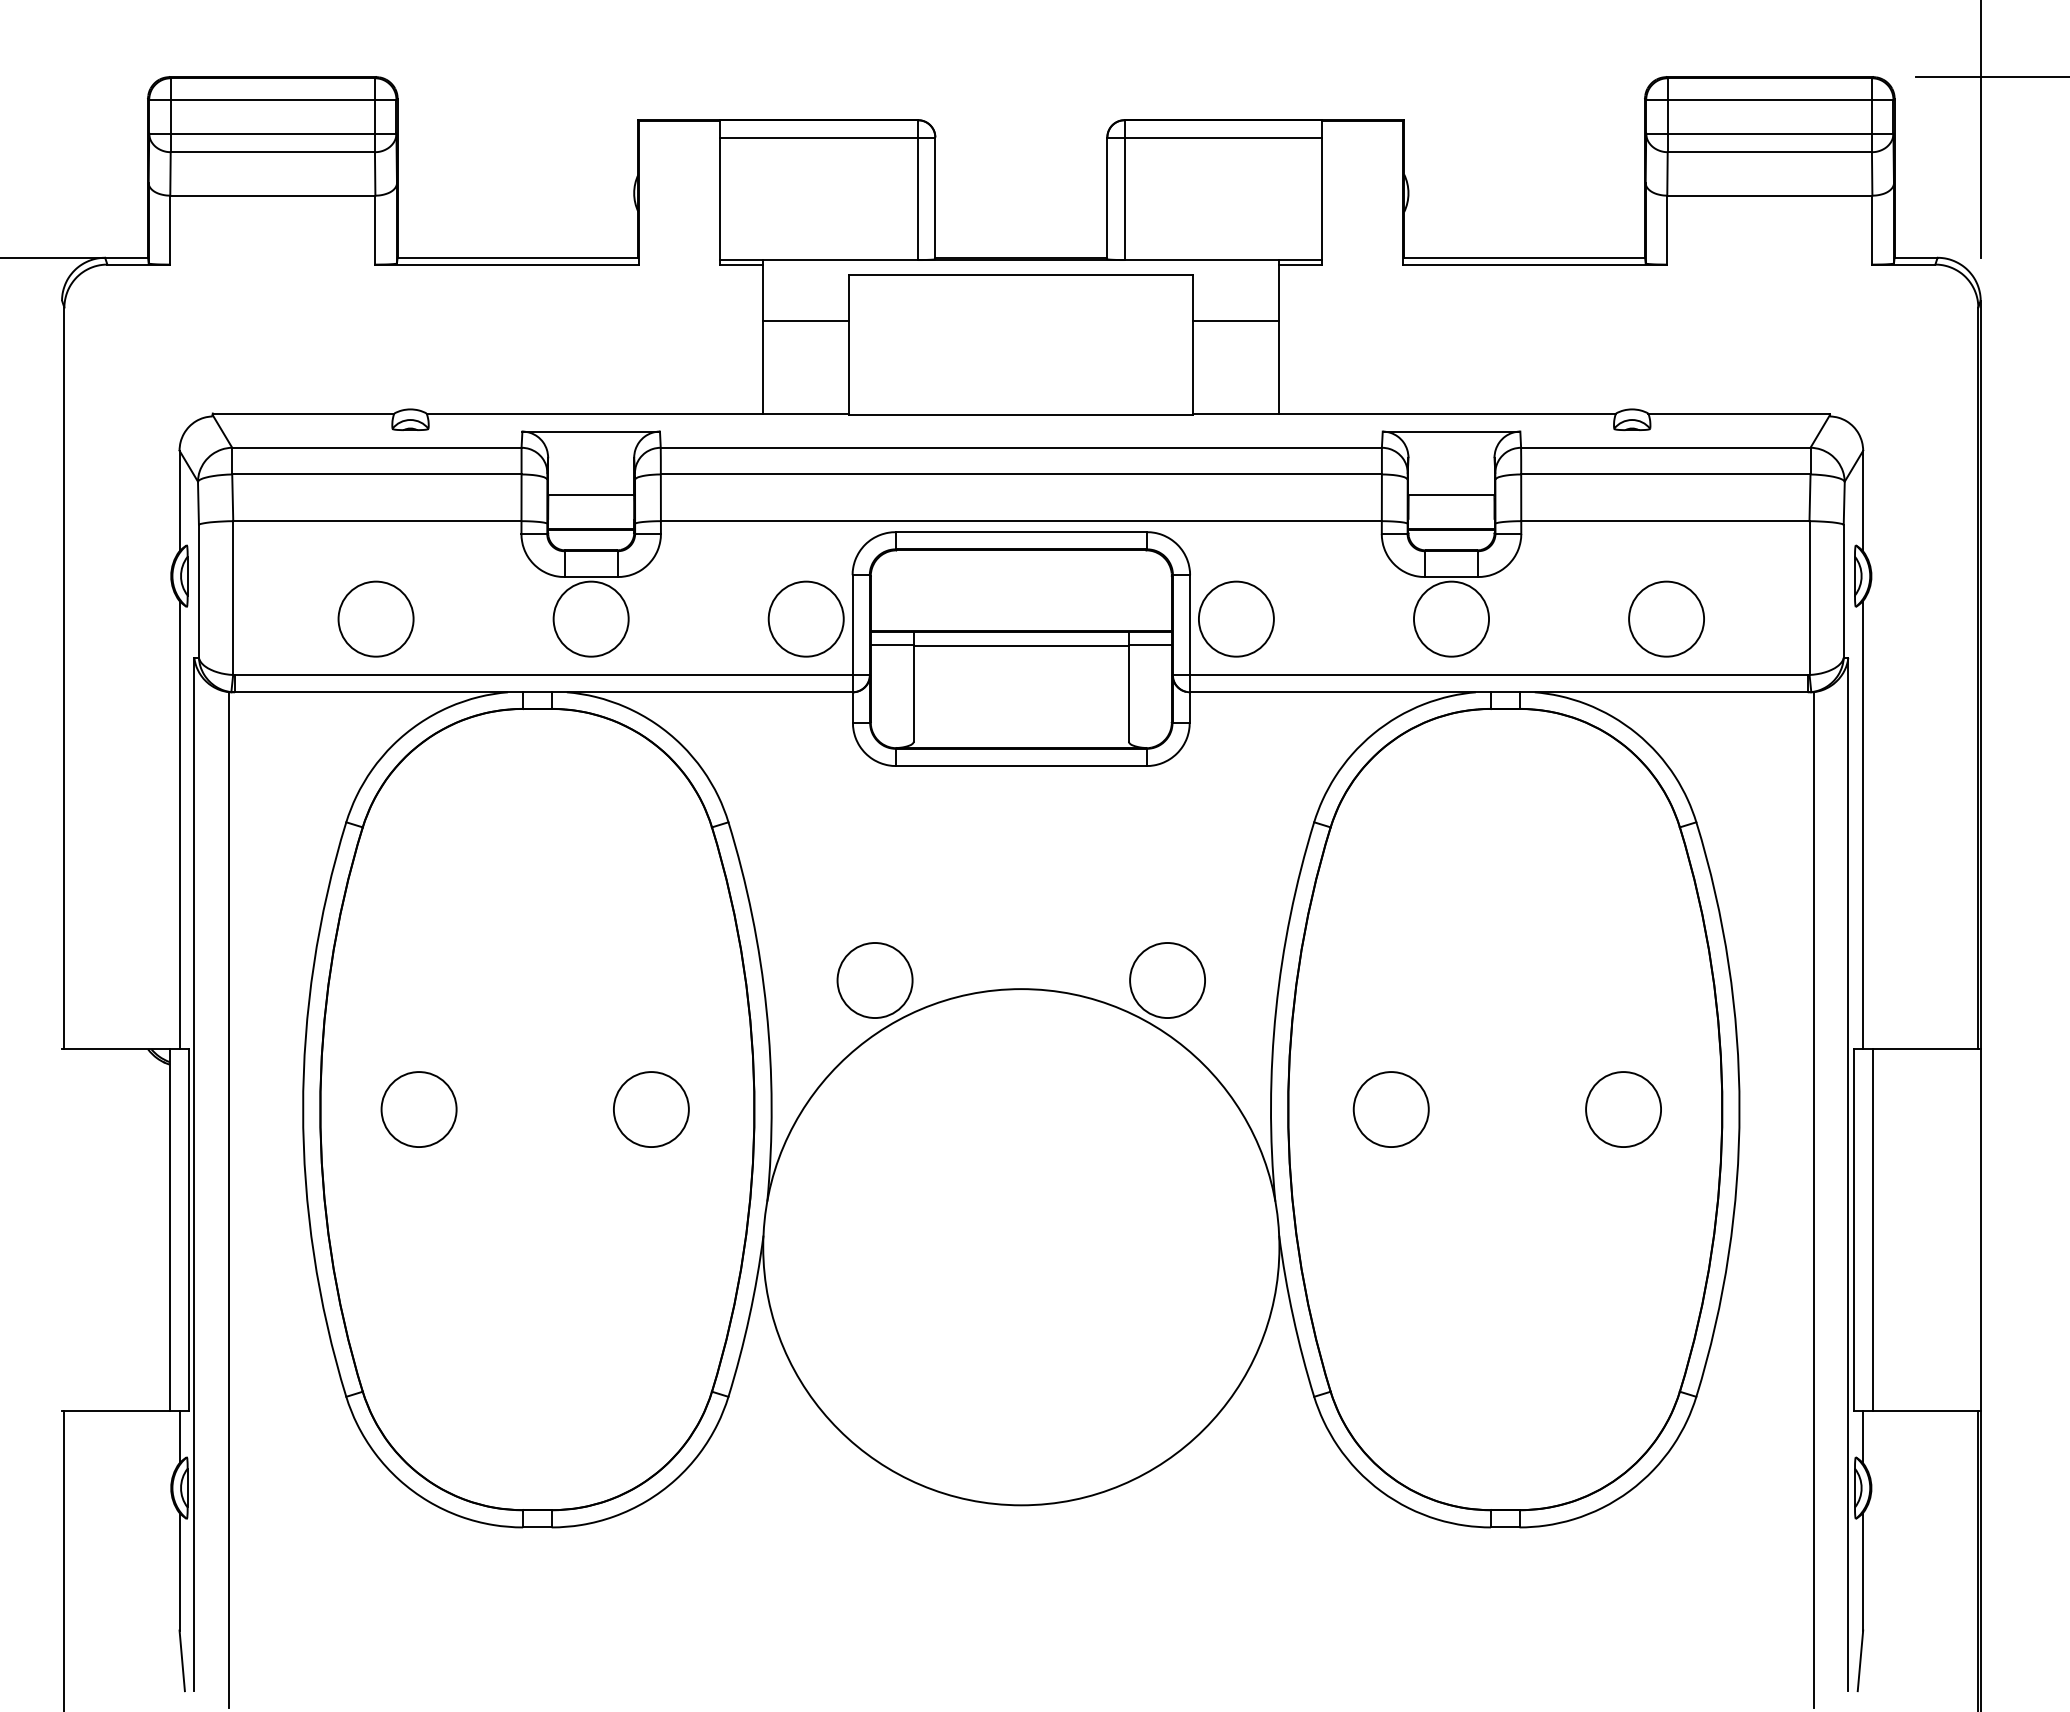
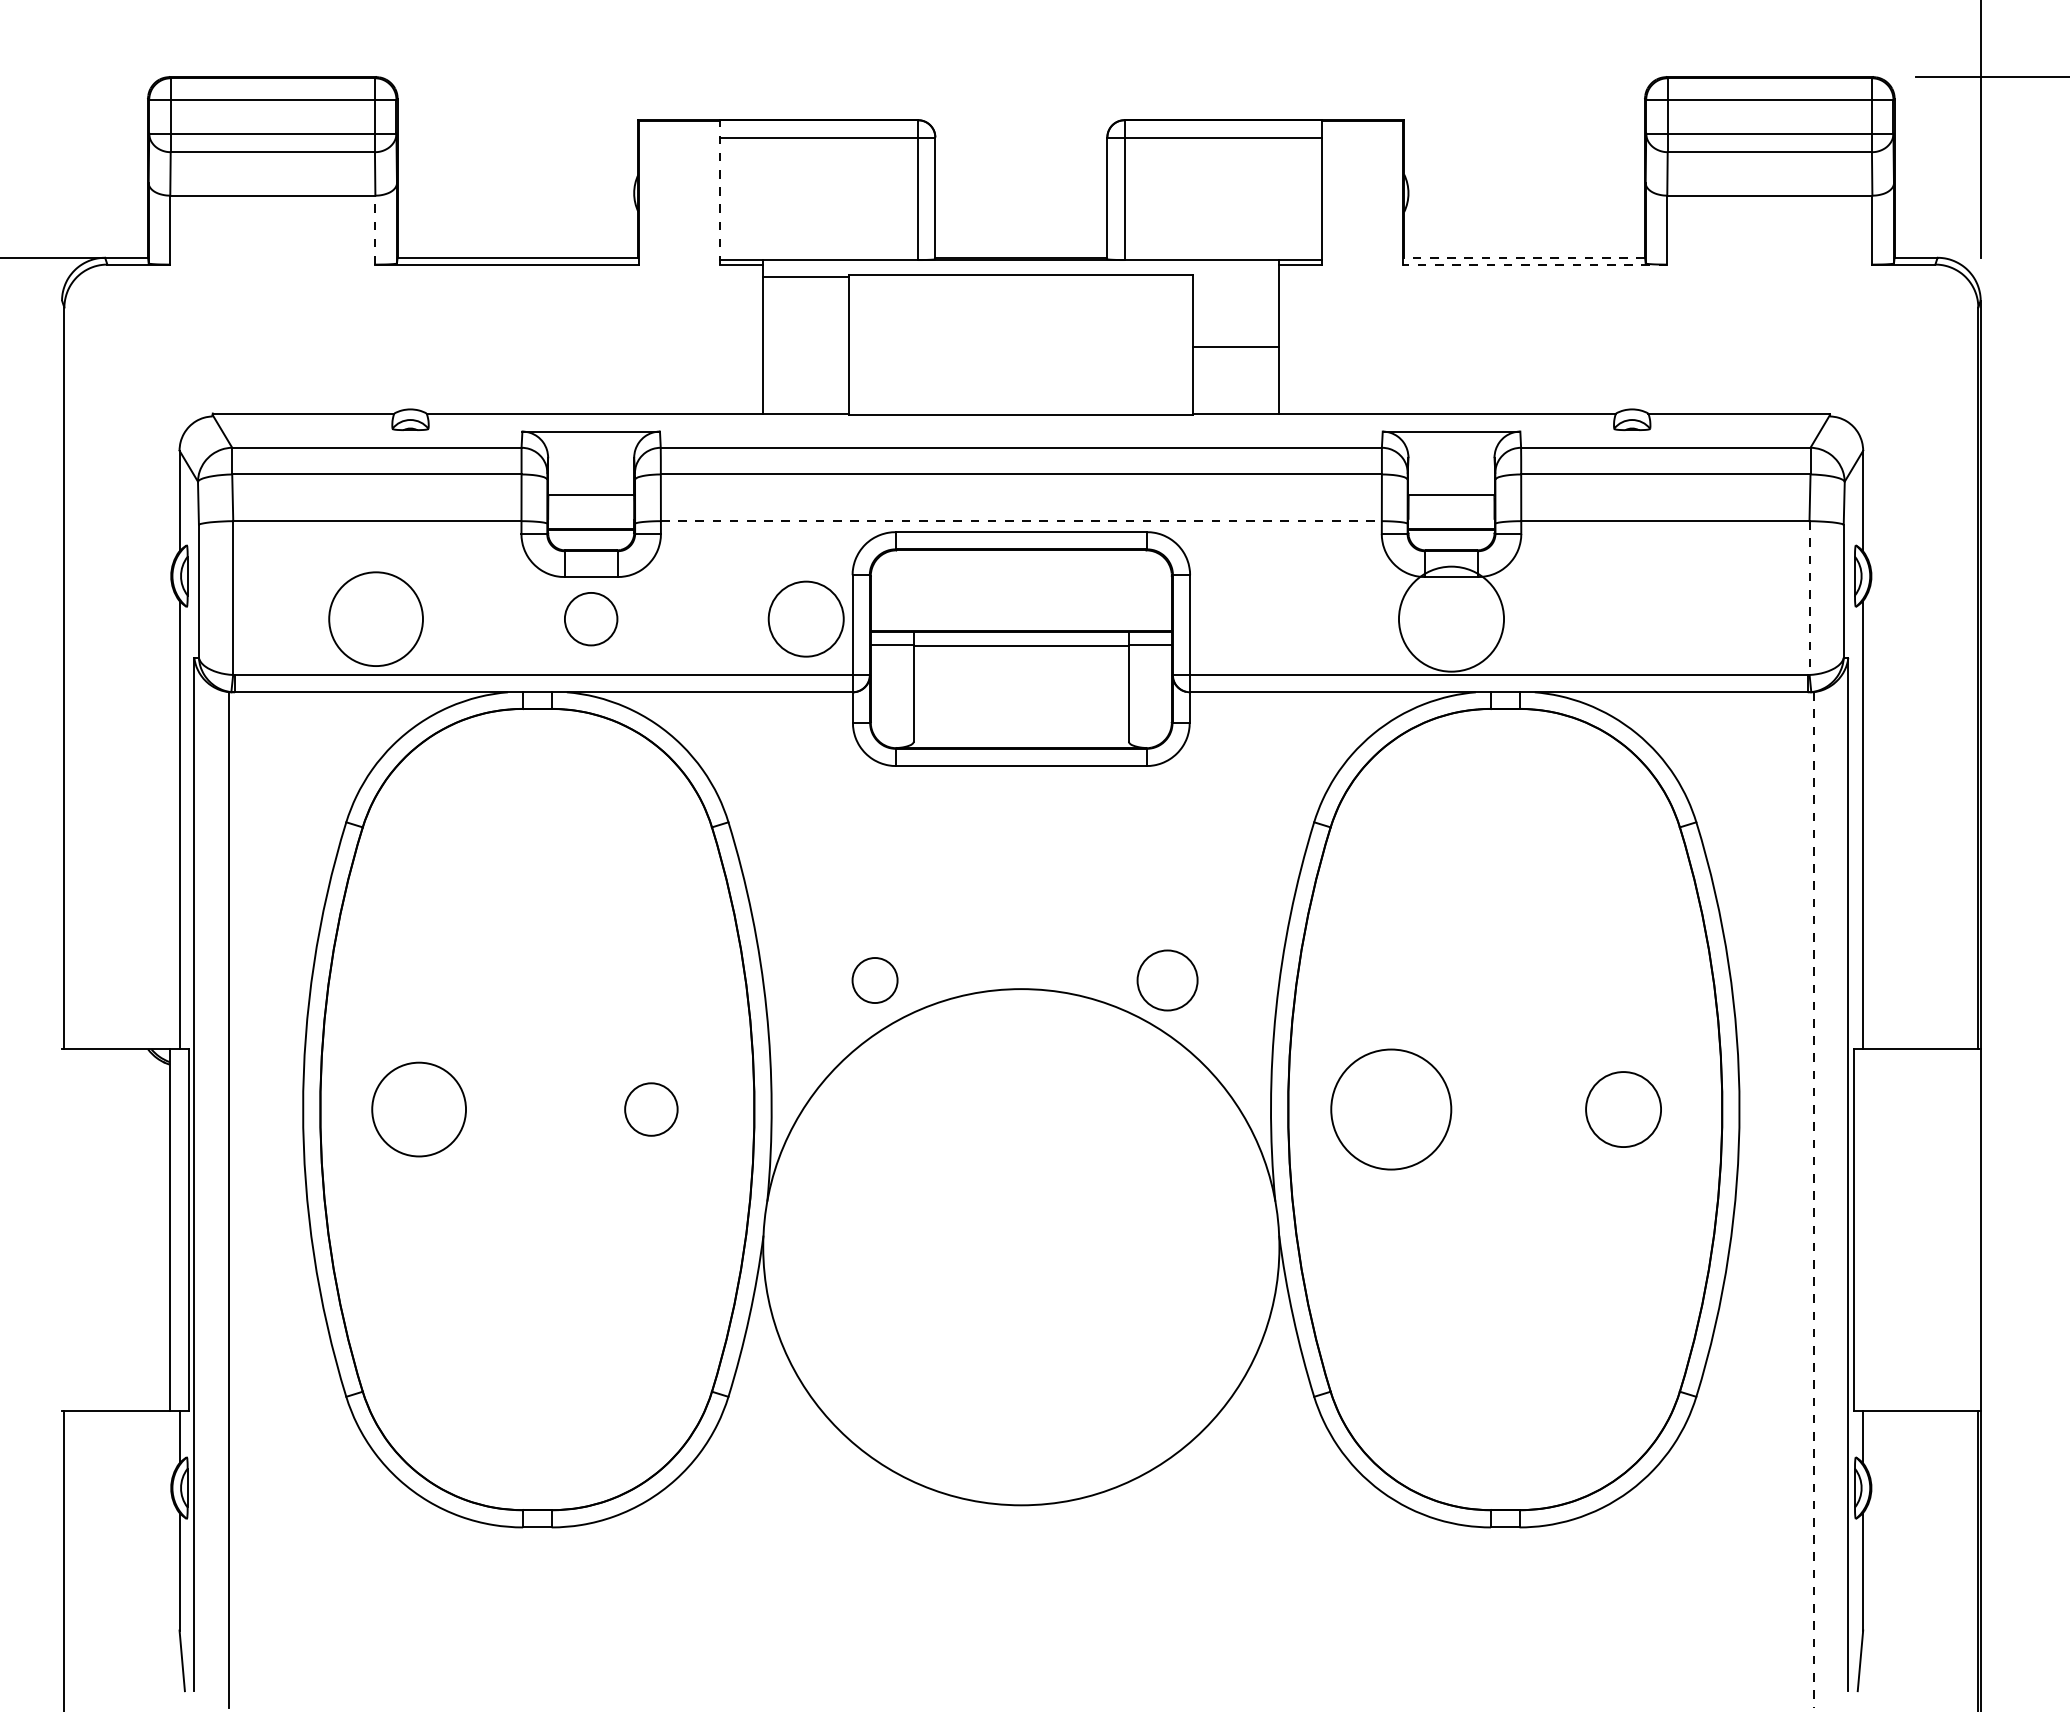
line at (720, 192): solid -> dashed
line at (375, 229): solid -> dashed
line at (1524, 257): solid -> dashed
line at (1535, 264): solid -> dashed
line at (806, 321) position: (806, 321) -> (806, 277)
line at (1236, 321) position: (1236, 321) -> (1236, 347)
line at (1021, 521): solid -> dashed
line at (1809, 598): solid -> dashed
circle at (375, 618) size: 78x78 px -> 96x96 px
circle at (590, 618) diameter: 75 px -> 53 px
circle at (1236, 618): present -> none
circle at (1451, 618) diameter: 75 px -> 105 px
circle at (1666, 618): present -> none
circle at (874, 980) diameter: 75 px -> 45 px
circle at (1167, 980) diameter: 75 px -> 60 px
circle at (418, 1109) size: 78x77 px -> 96x97 px
circle at (650, 1109) diameter: 75 px -> 53 px
circle at (1390, 1109) diameter: 75 px -> 120 px
line at (1814, 1199): solid -> dashed
line at (1873, 1229): present -> none
